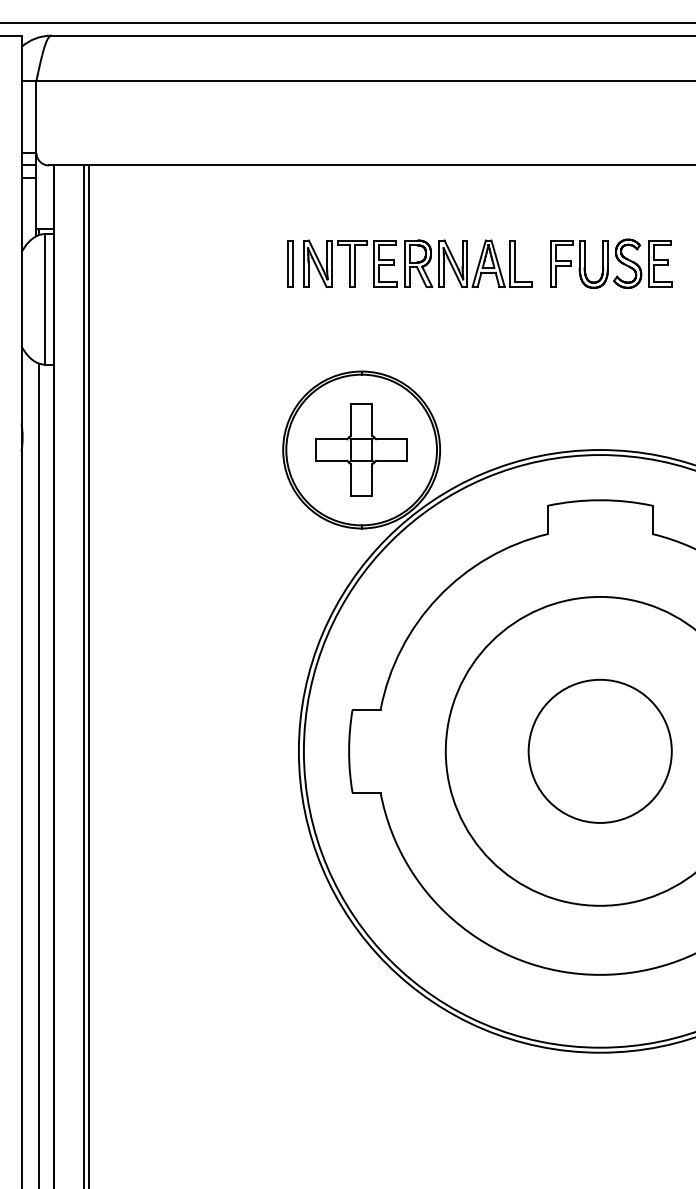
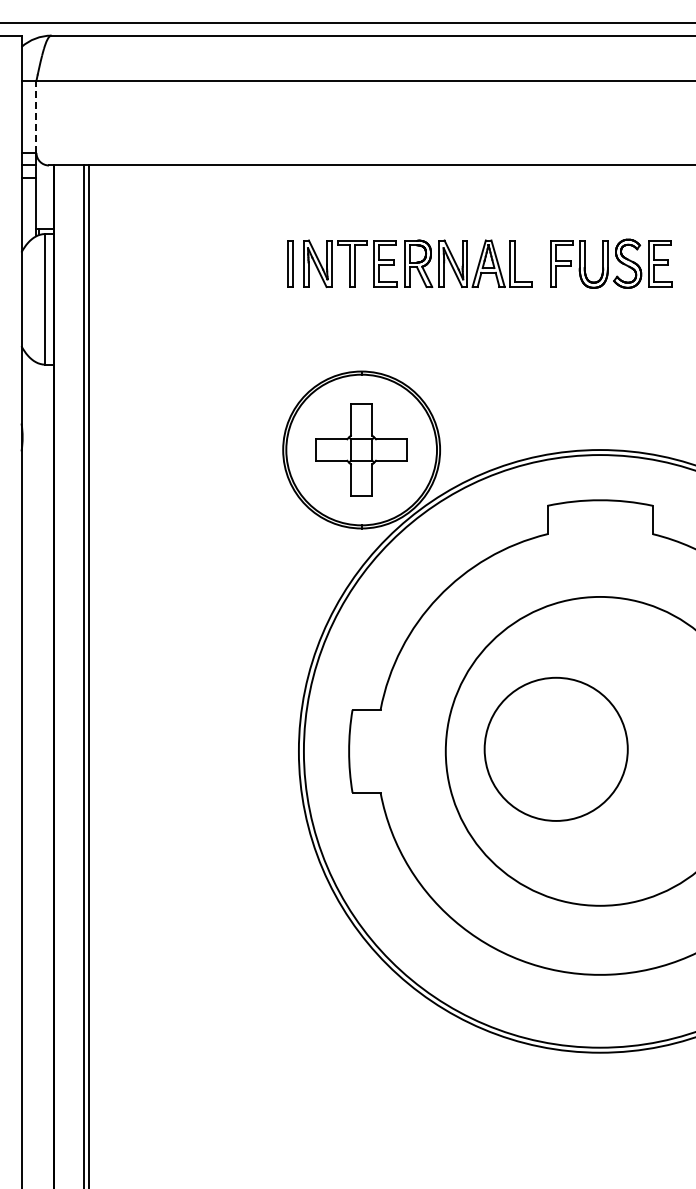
line at (36, 116): solid -> dashed
circle at (599, 750) position: (599, 750) -> (555, 748)
line at (38, 774): present -> none
